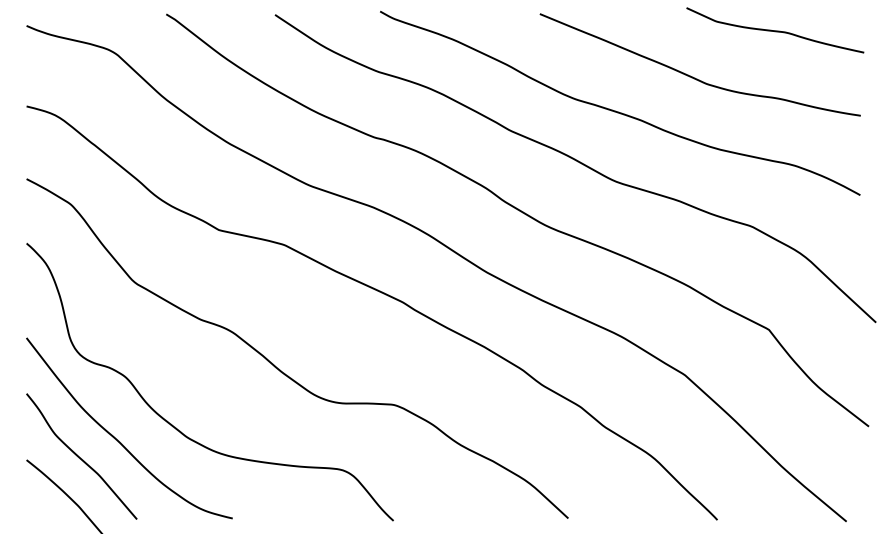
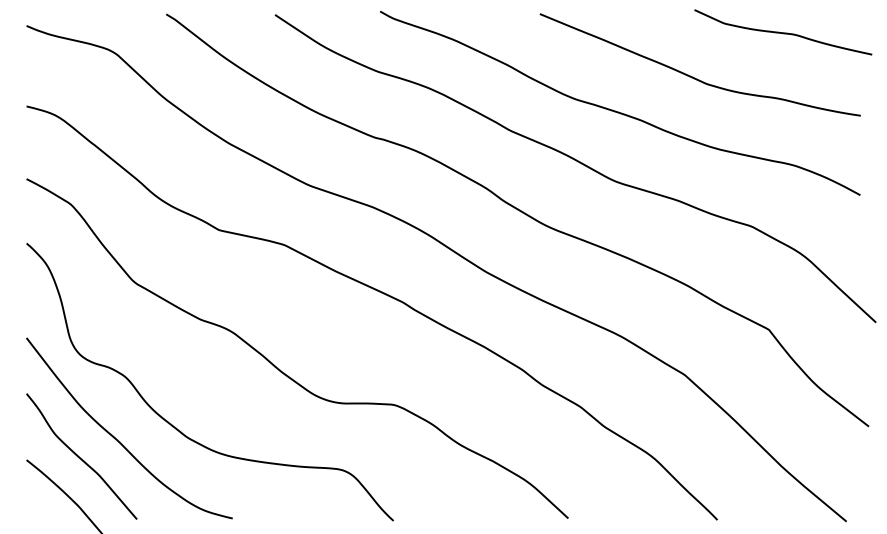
curve at (775, 30) position: (775, 30) -> (783, 32)
